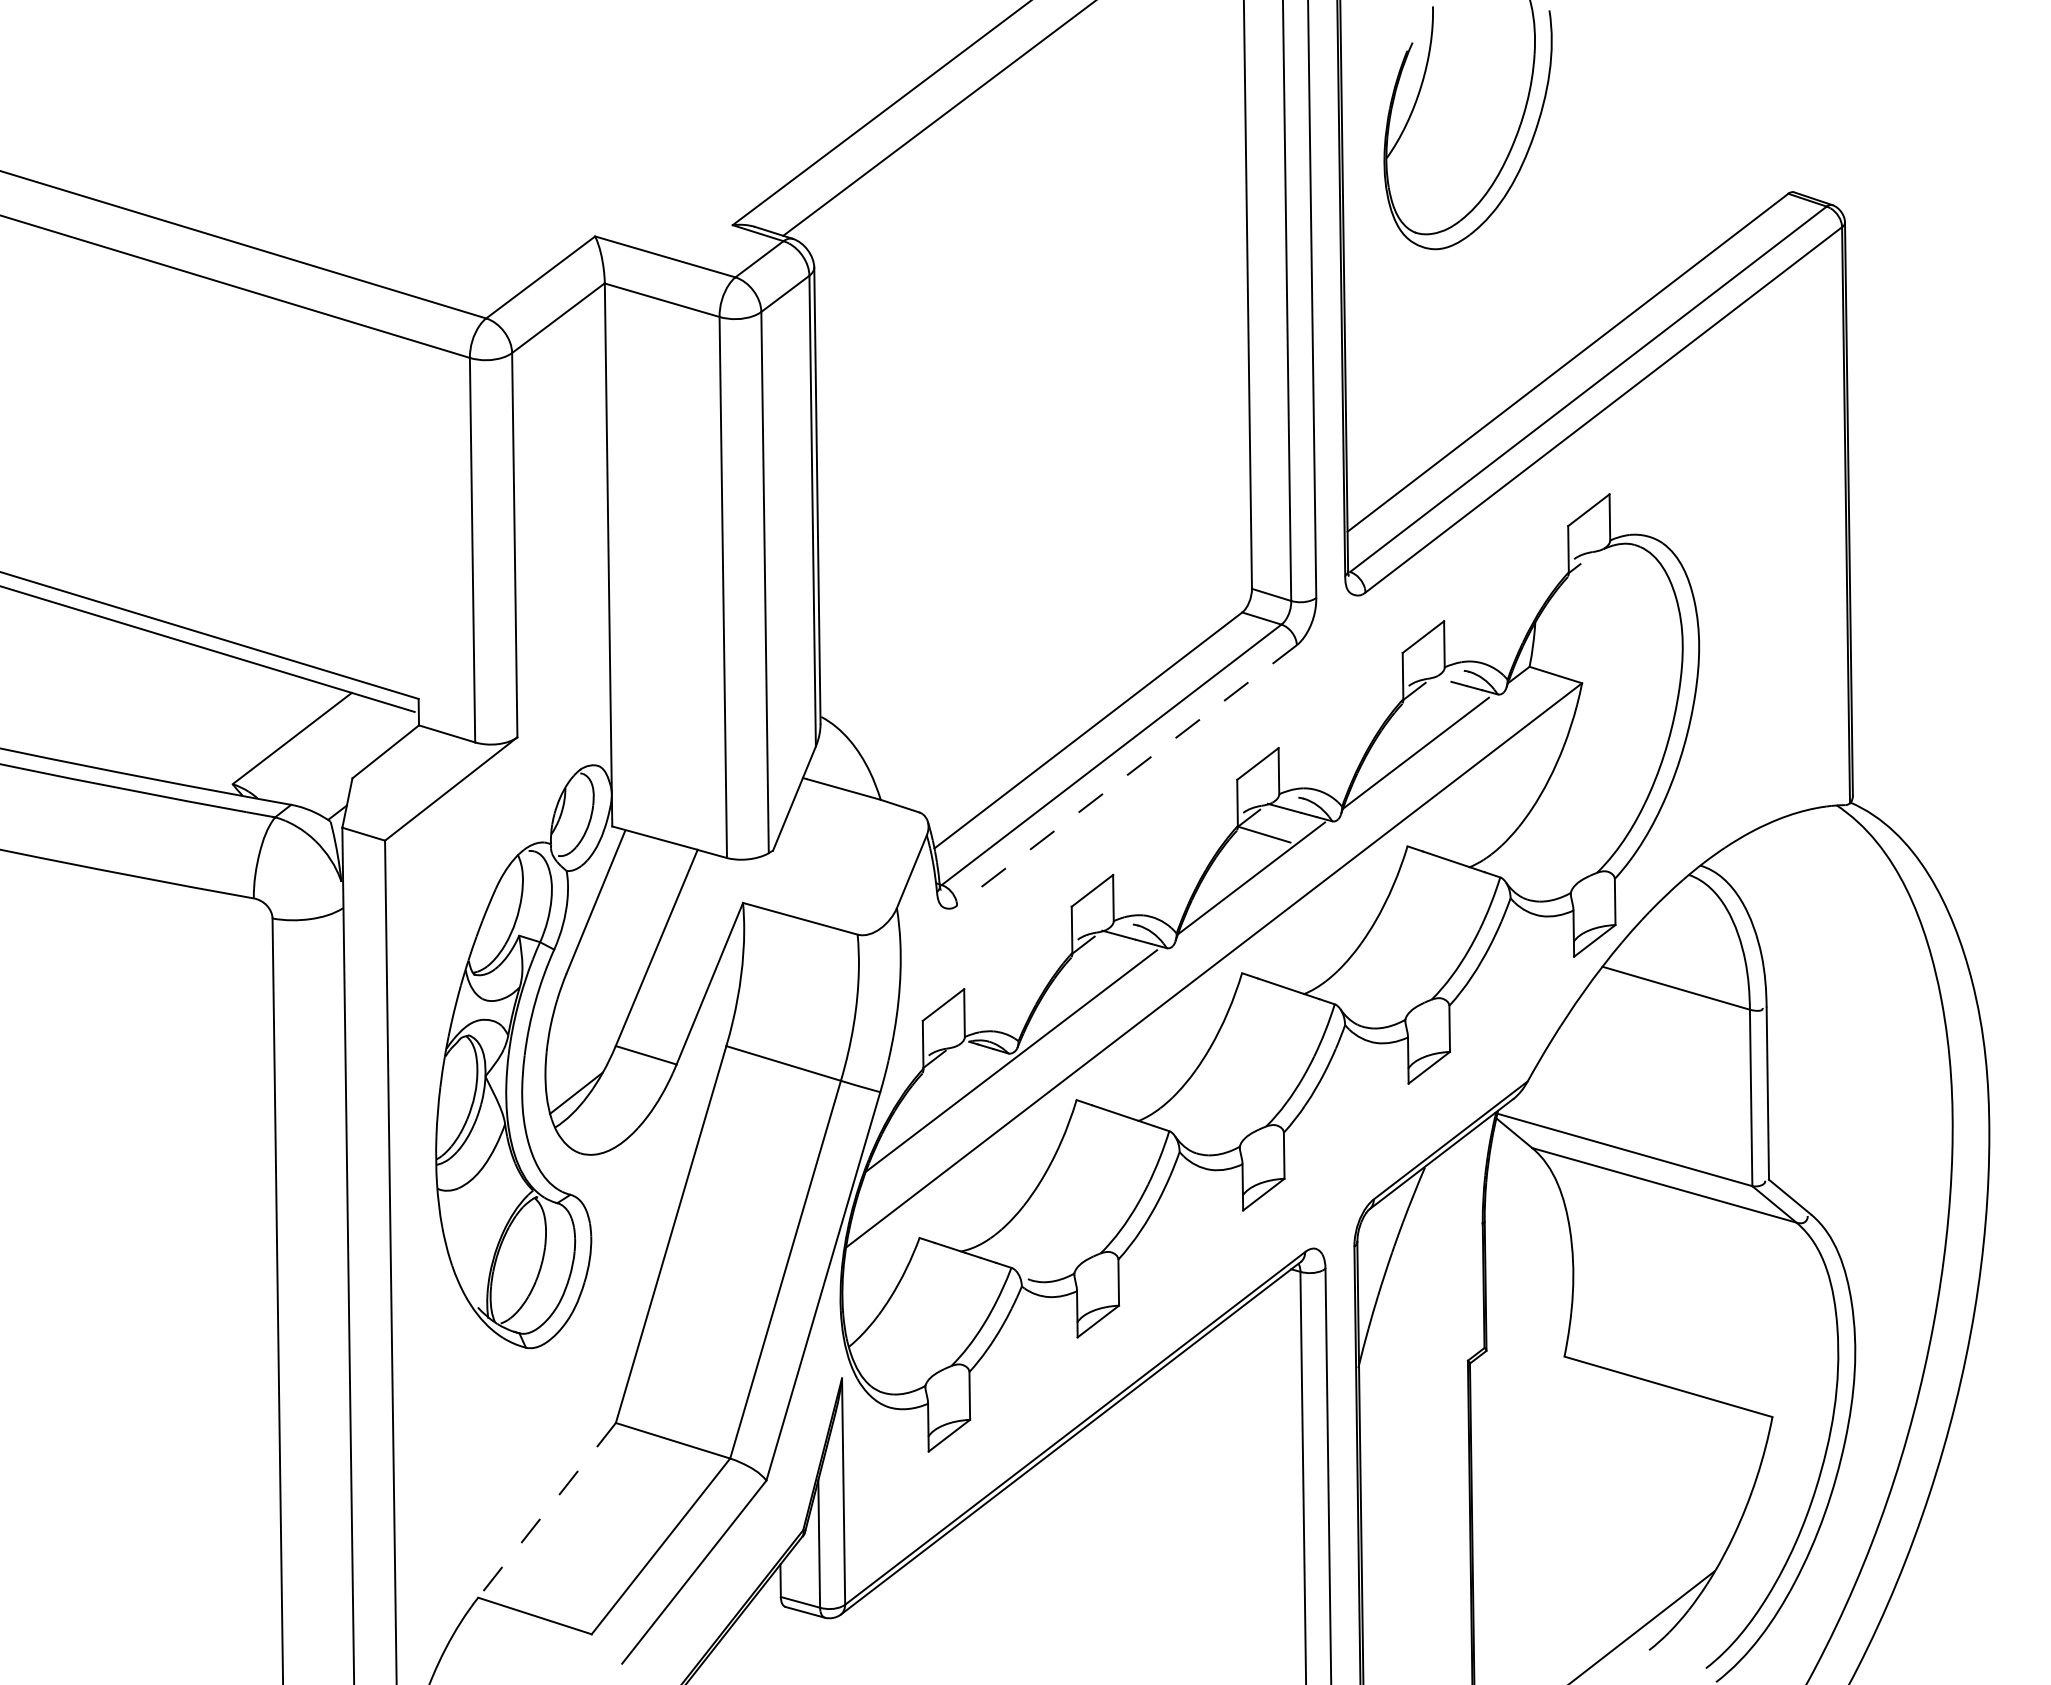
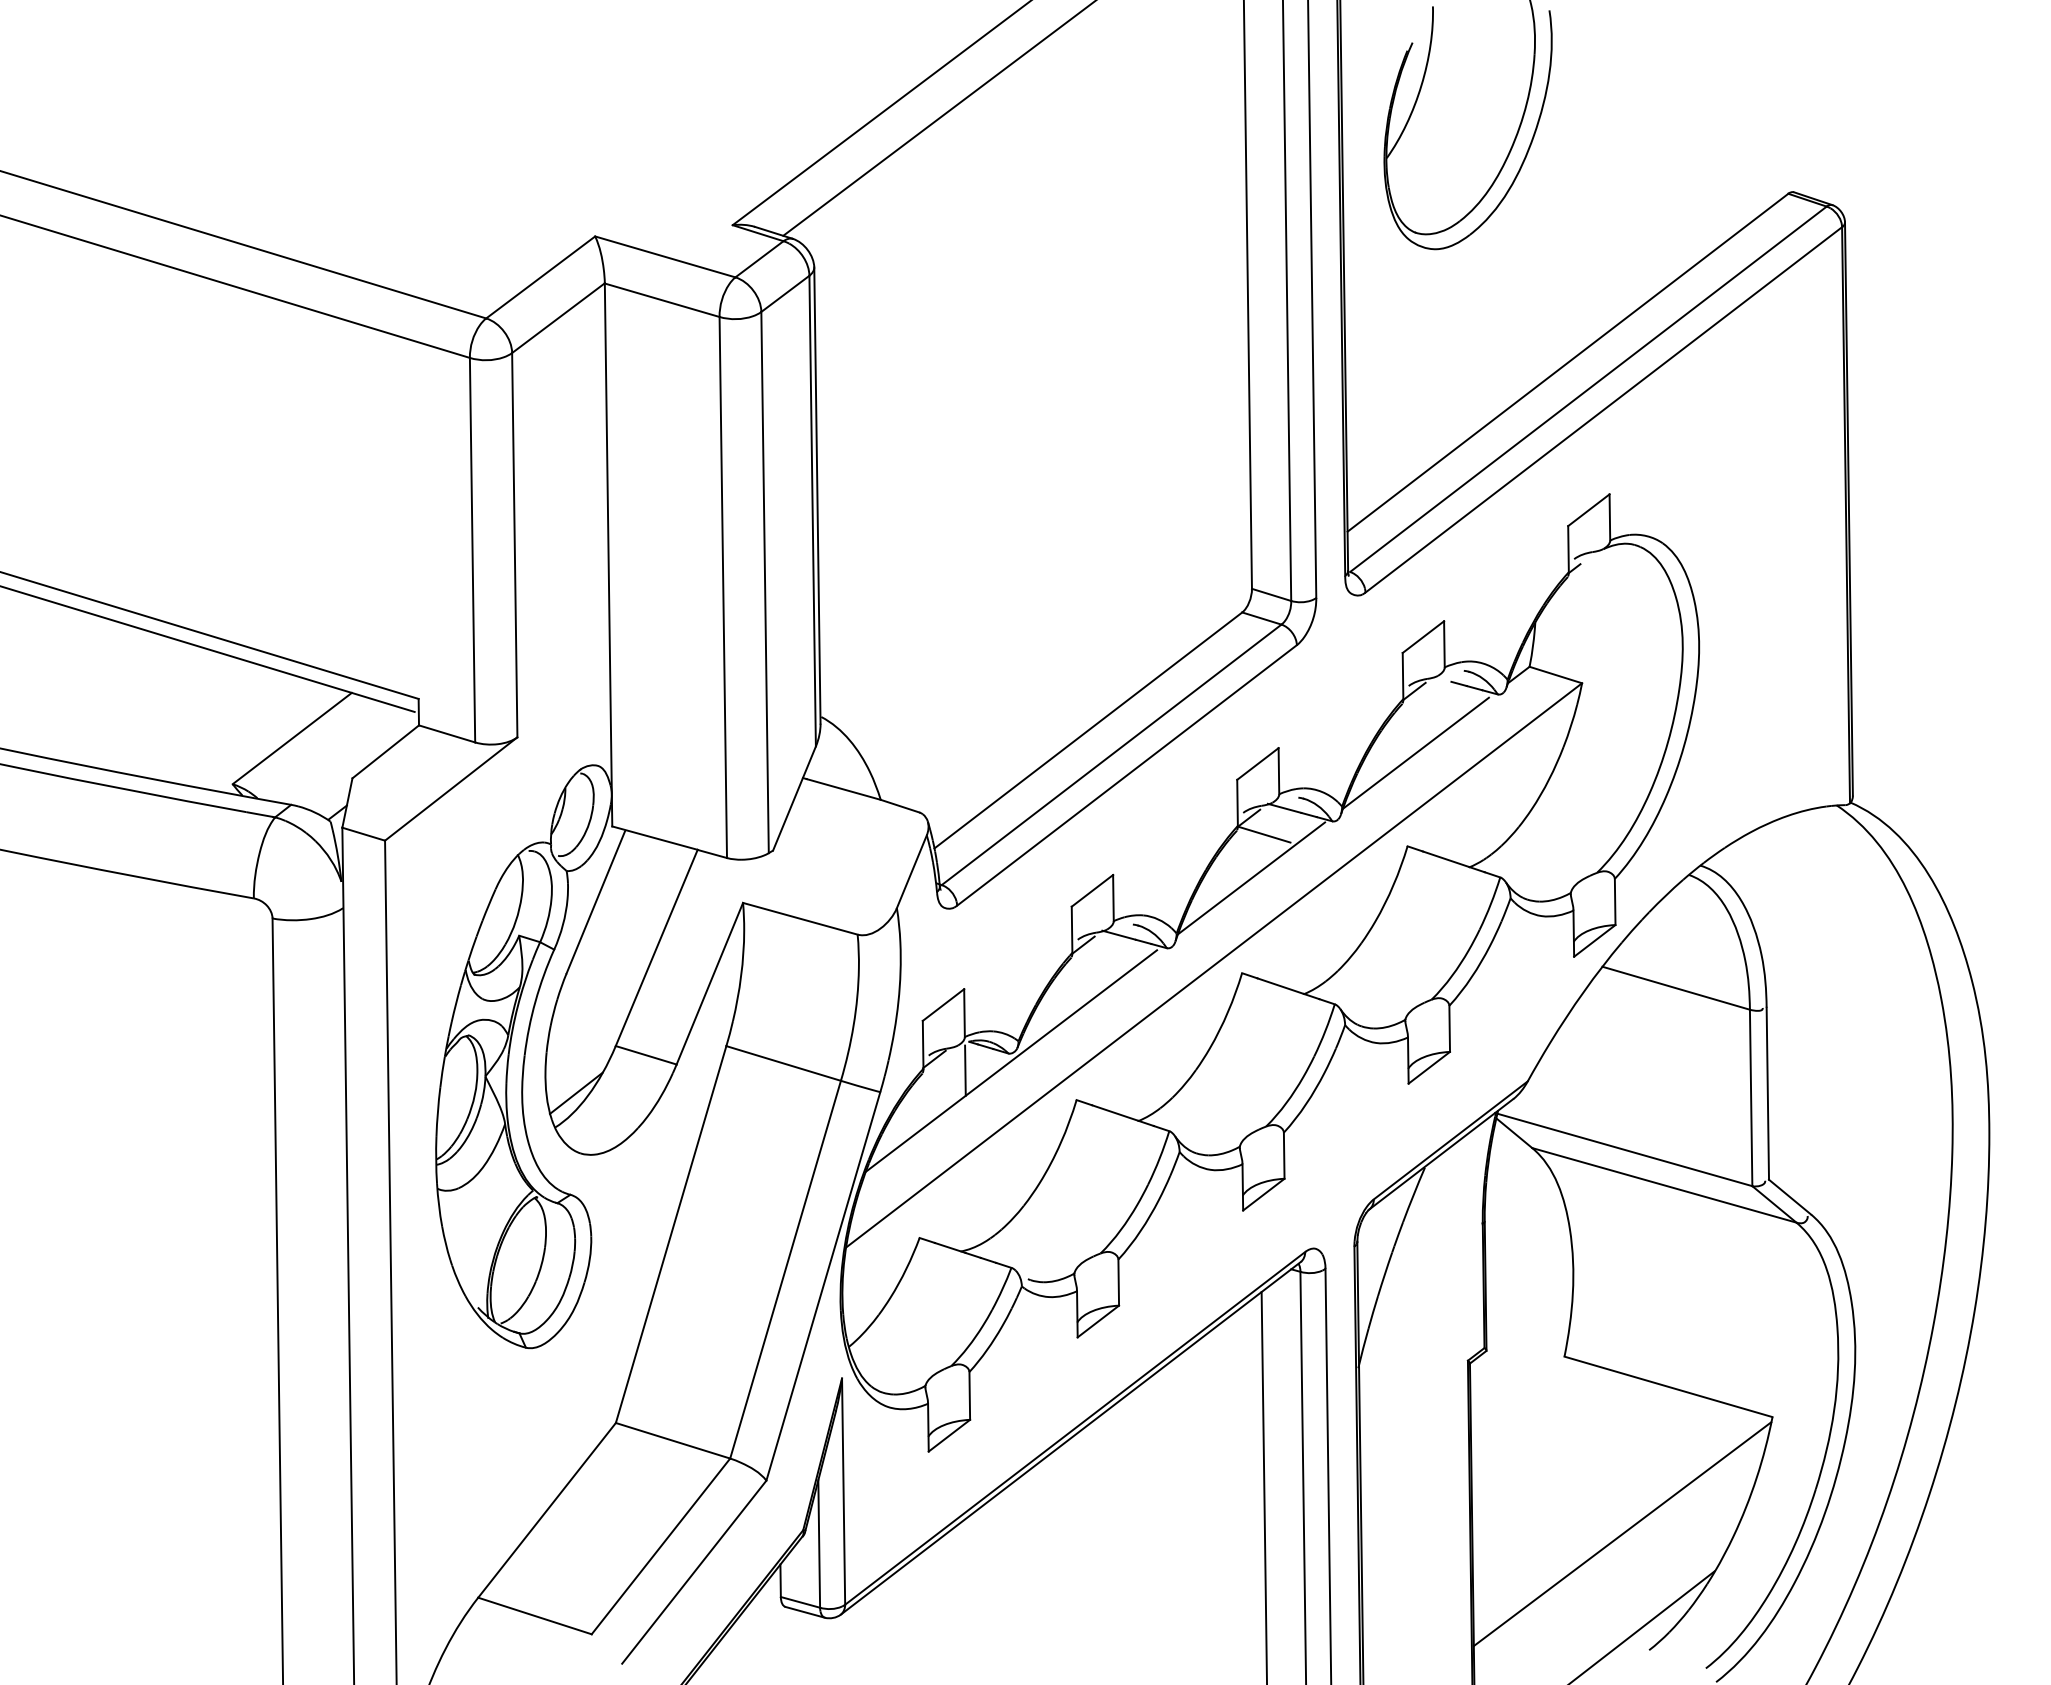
line at (1126, 775): dashed -> solid
line at (965, 1070): none -> present
line at (1263, 1486): none -> present
line at (546, 1510): dashed -> solid
line at (1622, 1534): none -> present
